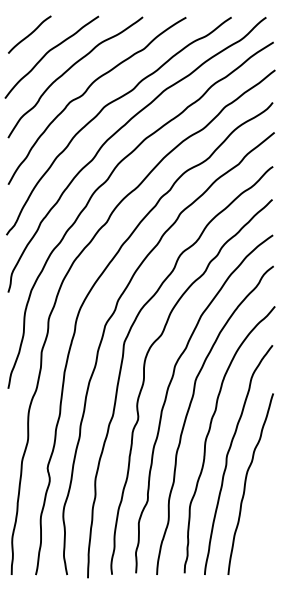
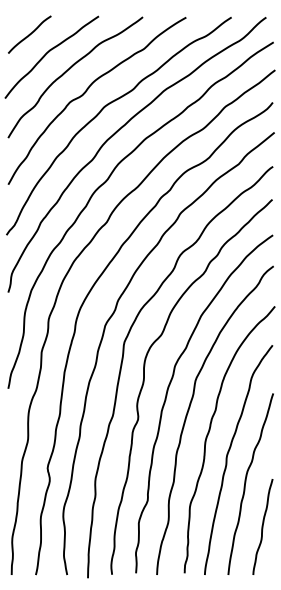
curve at (262, 526): none -> present
